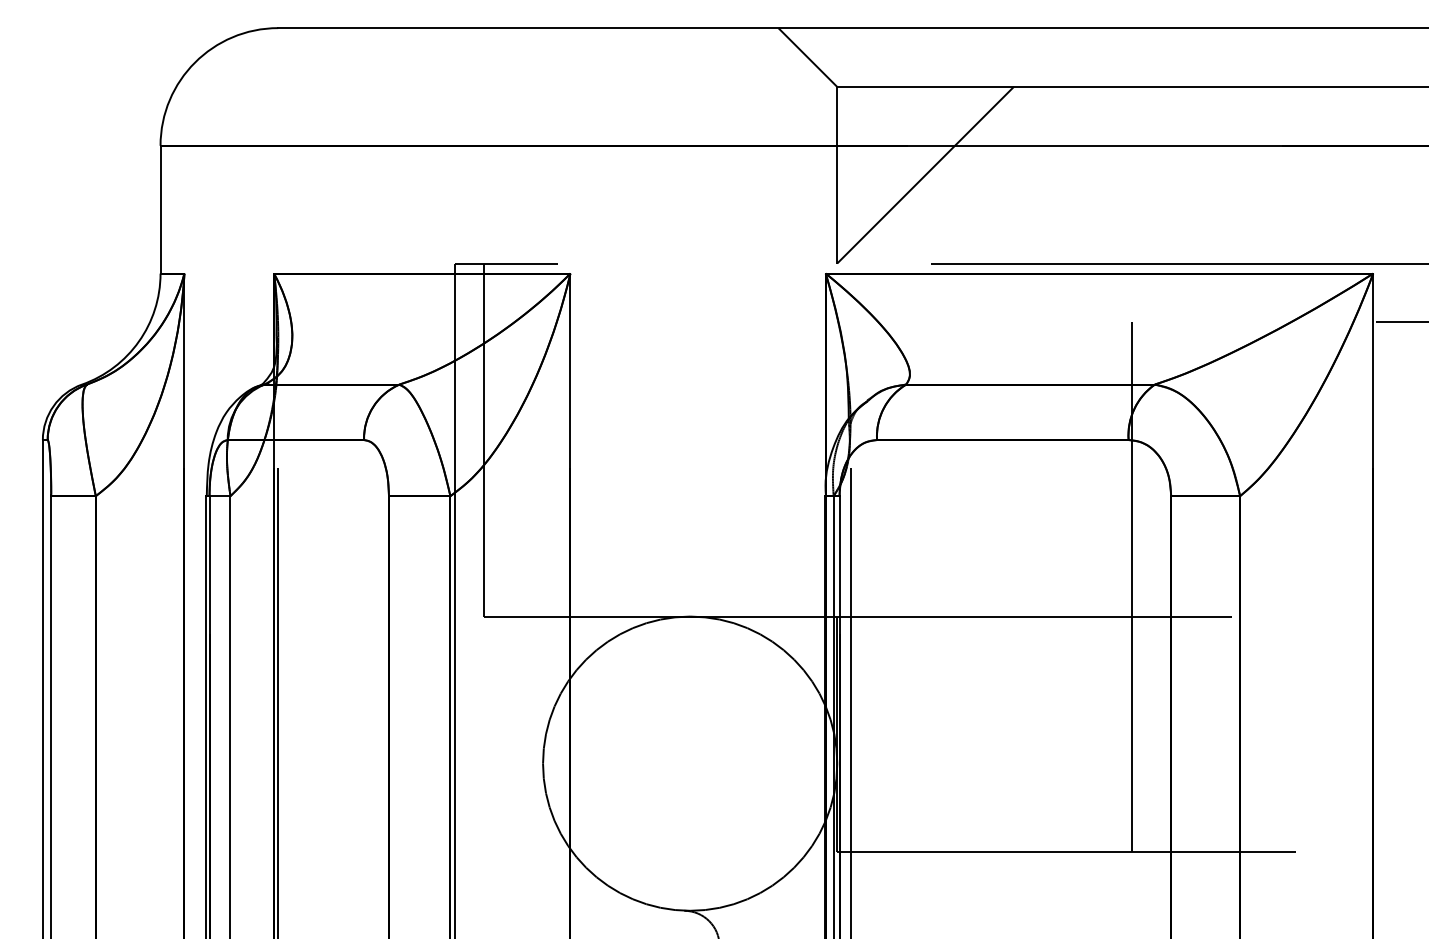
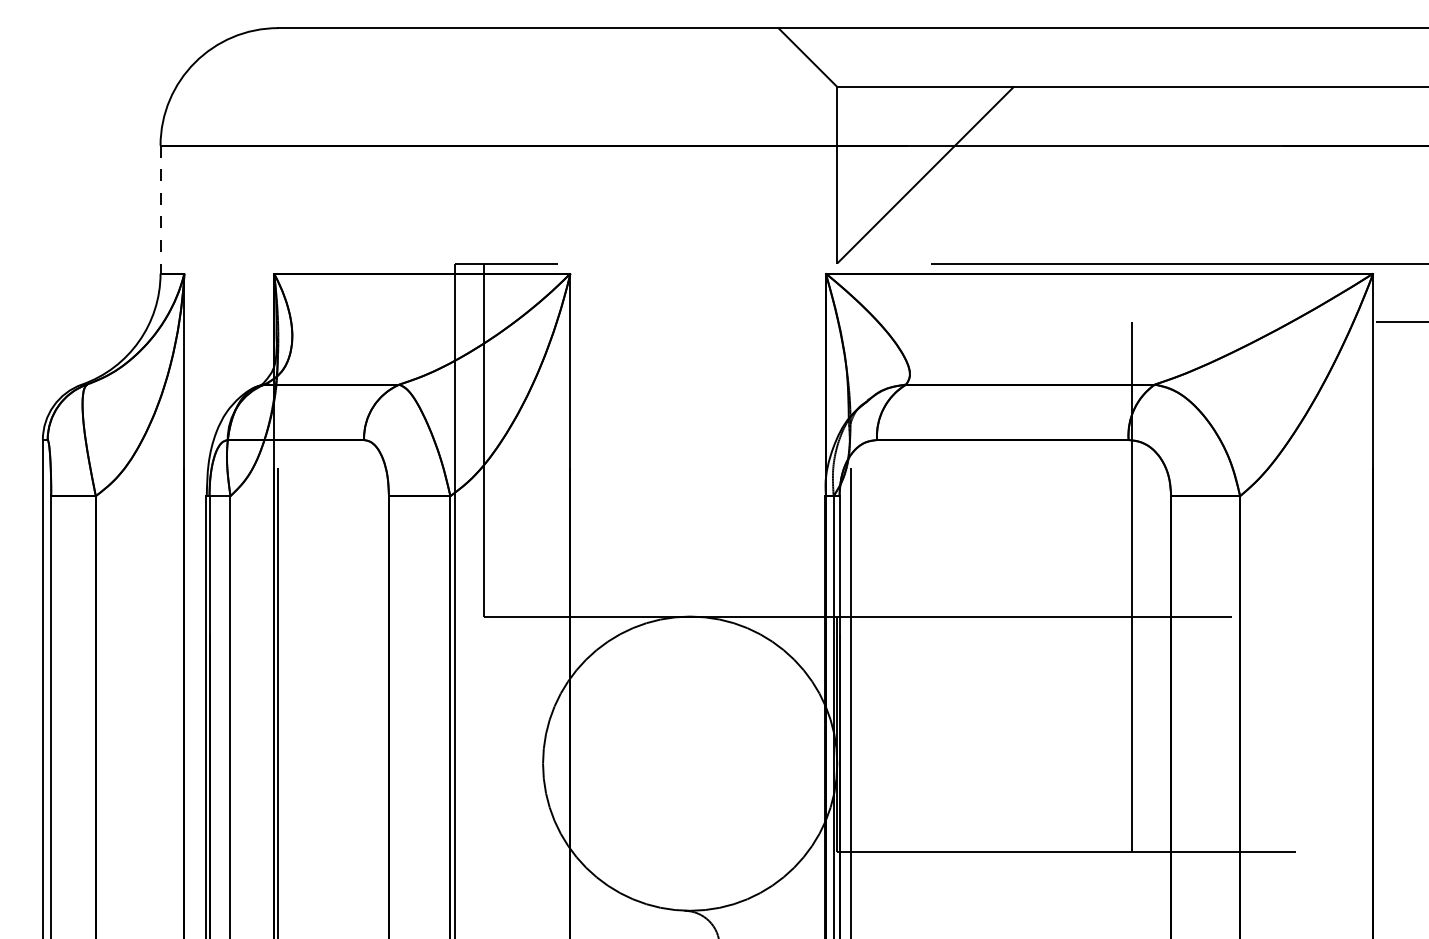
line at (160, 209): solid -> dashed
